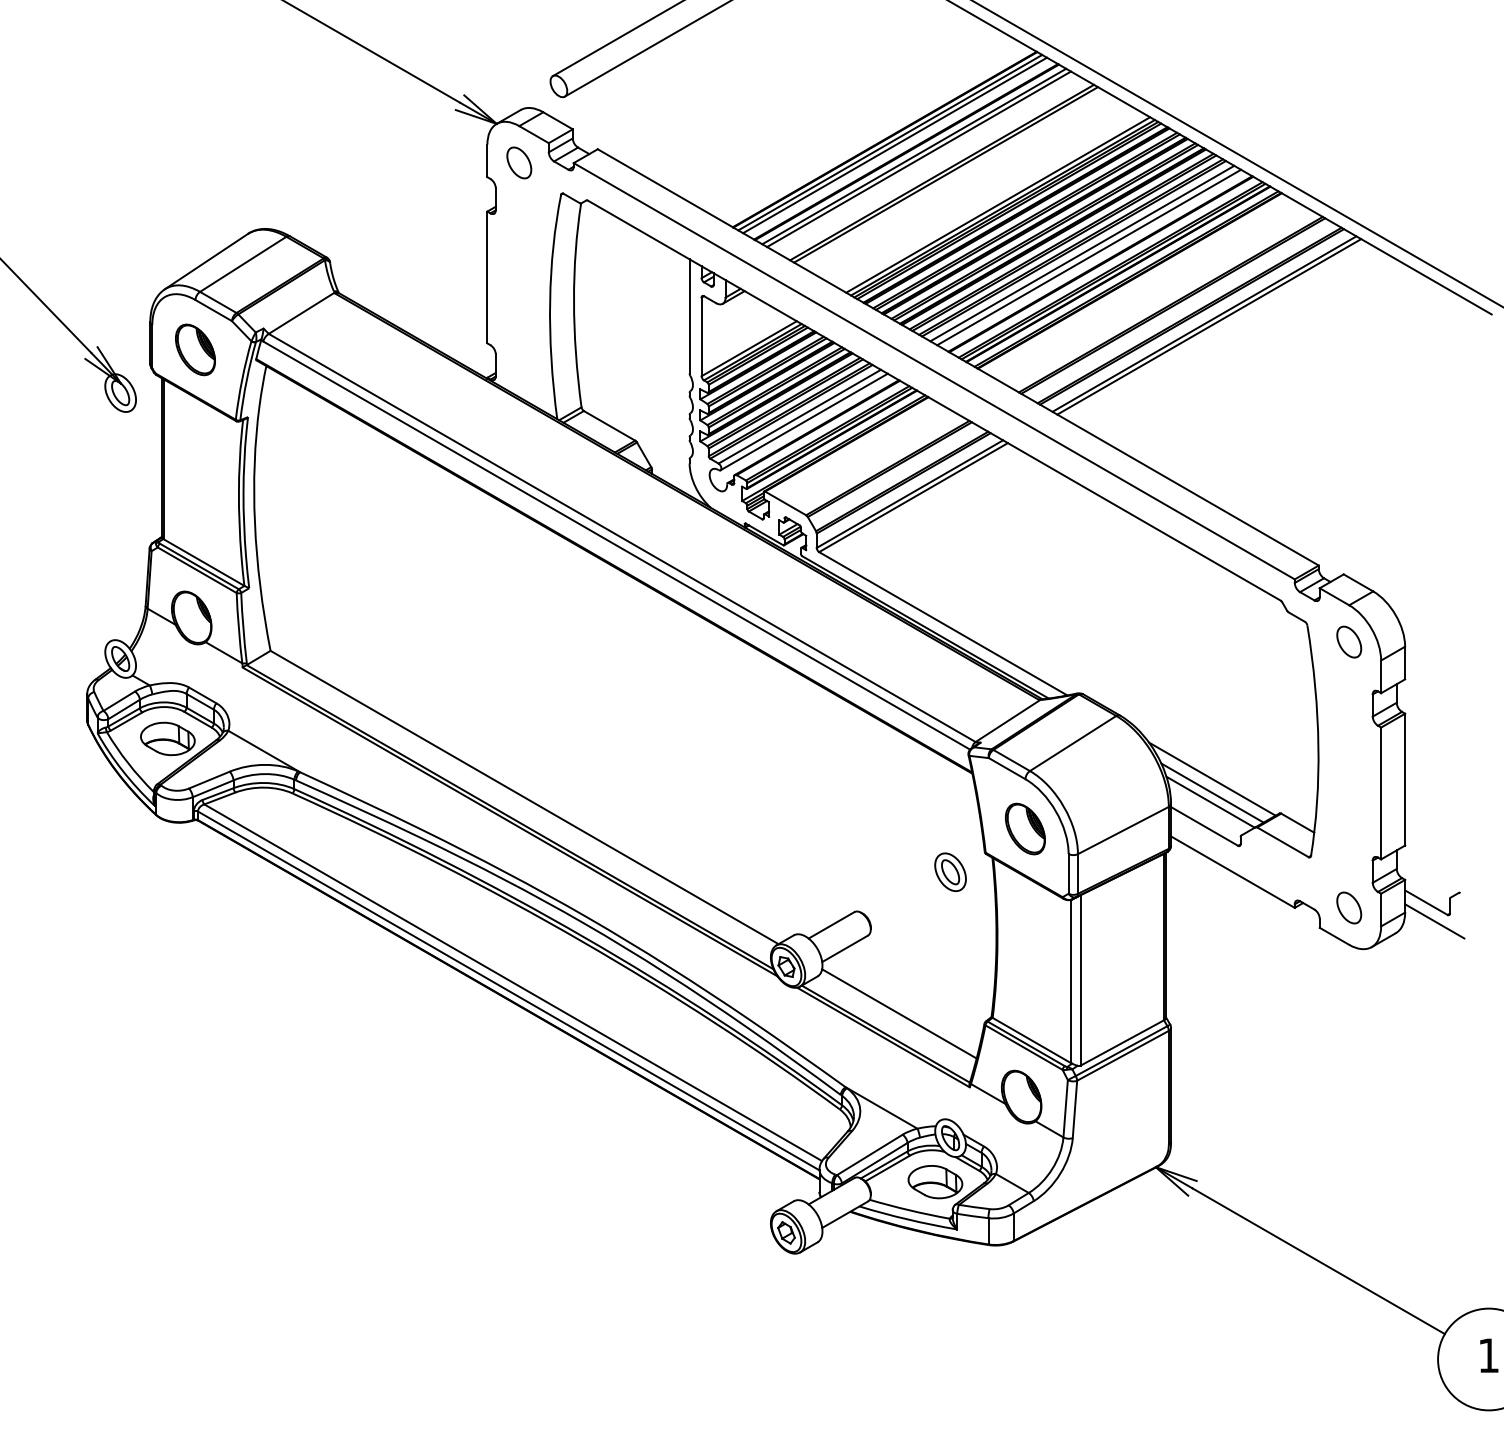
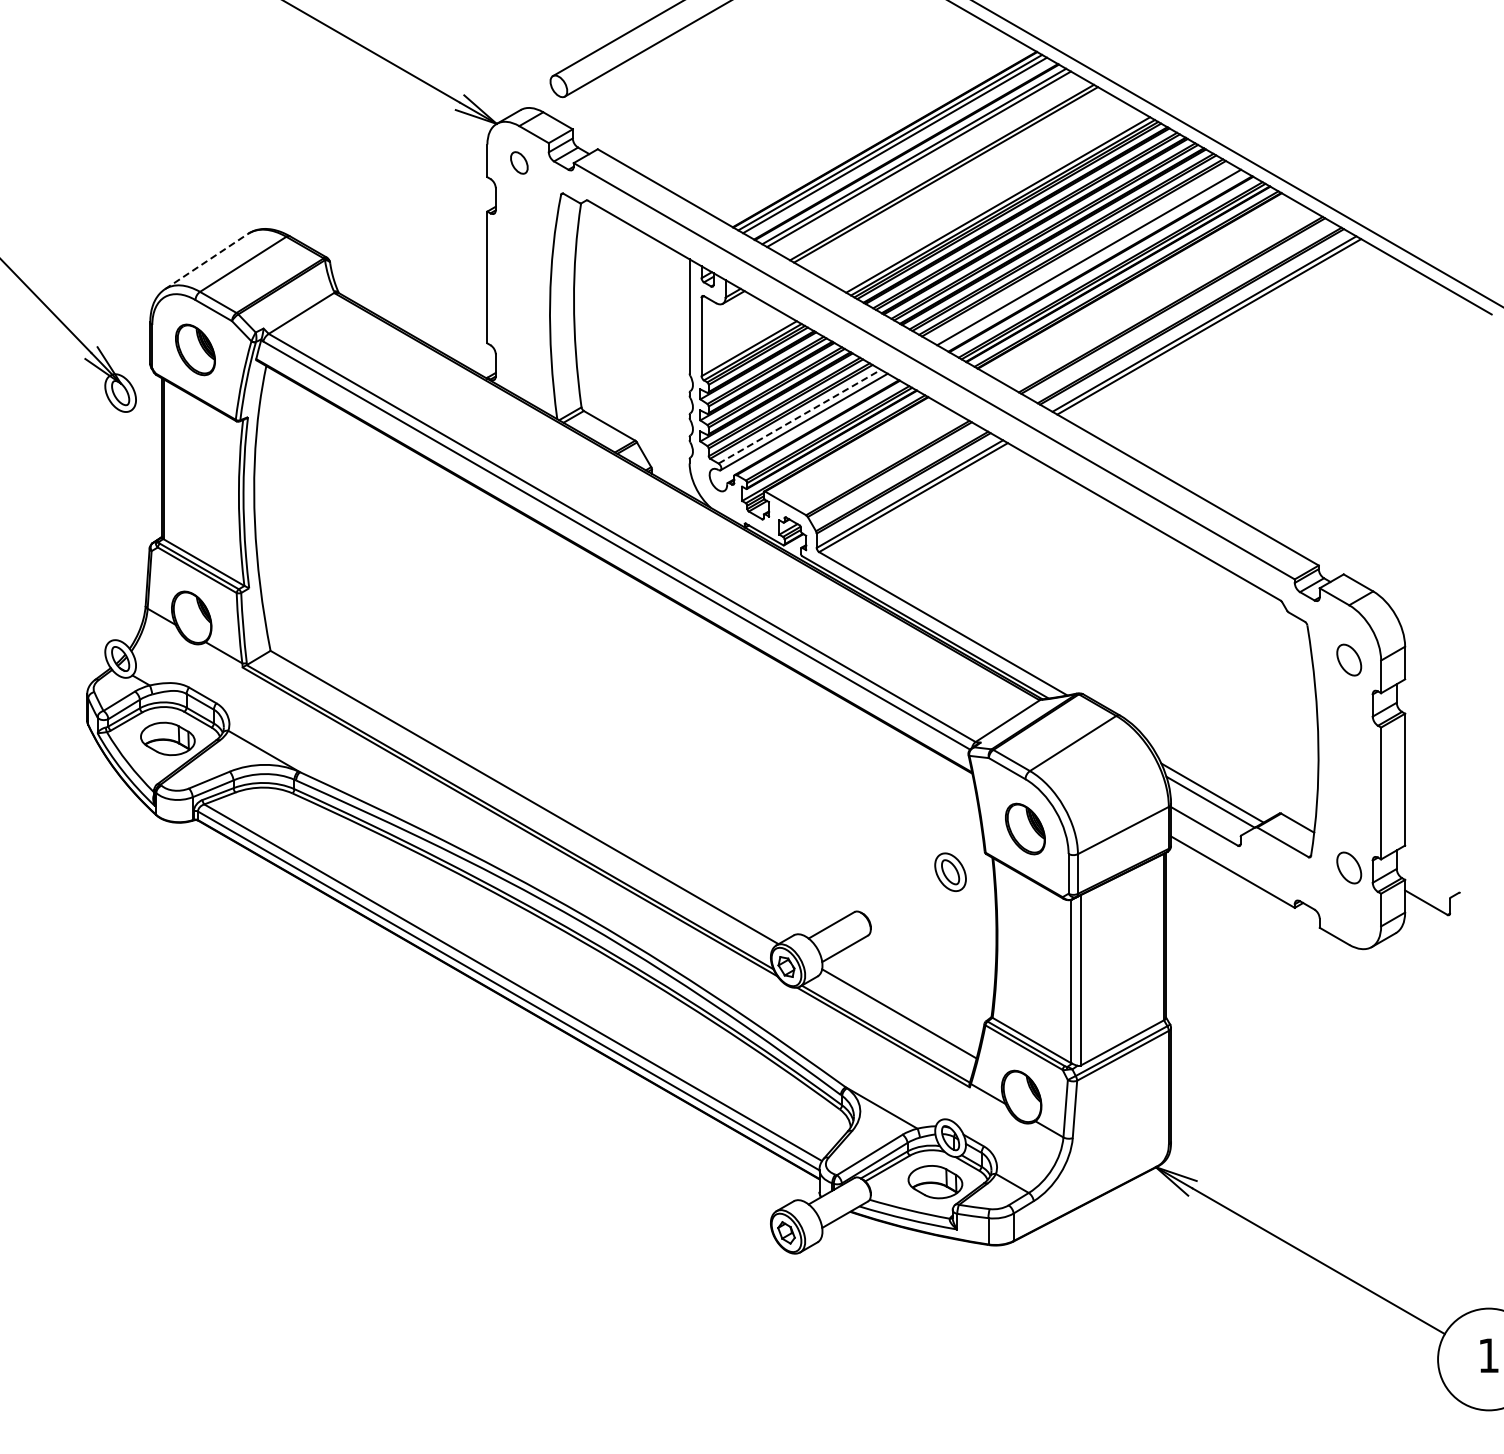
part at (519, 162) size: 27x34 px -> 19x24 px
line at (1082, 253): present -> none
line at (206, 261): solid -> dashed
line at (799, 416): solid -> dashed
part at (1349, 641) position: (1349, 641) -> (1349, 659)
line at (1212, 778): present -> none
part at (1349, 907) position: (1349, 907) -> (1349, 867)
line at (1434, 921): present -> none
